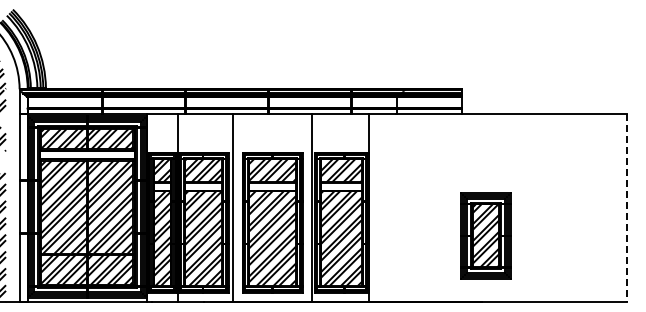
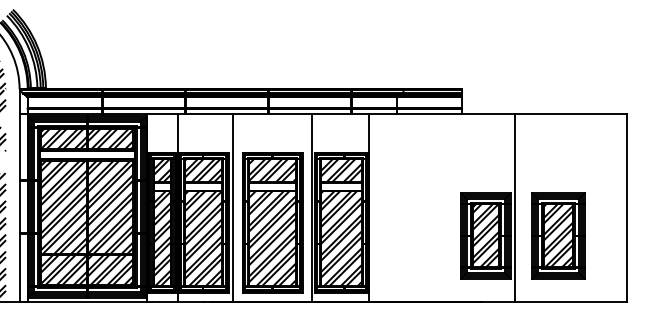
line at (514, 207): none -> present
line at (626, 208): dashed -> solid
part at (558, 235): none -> present
